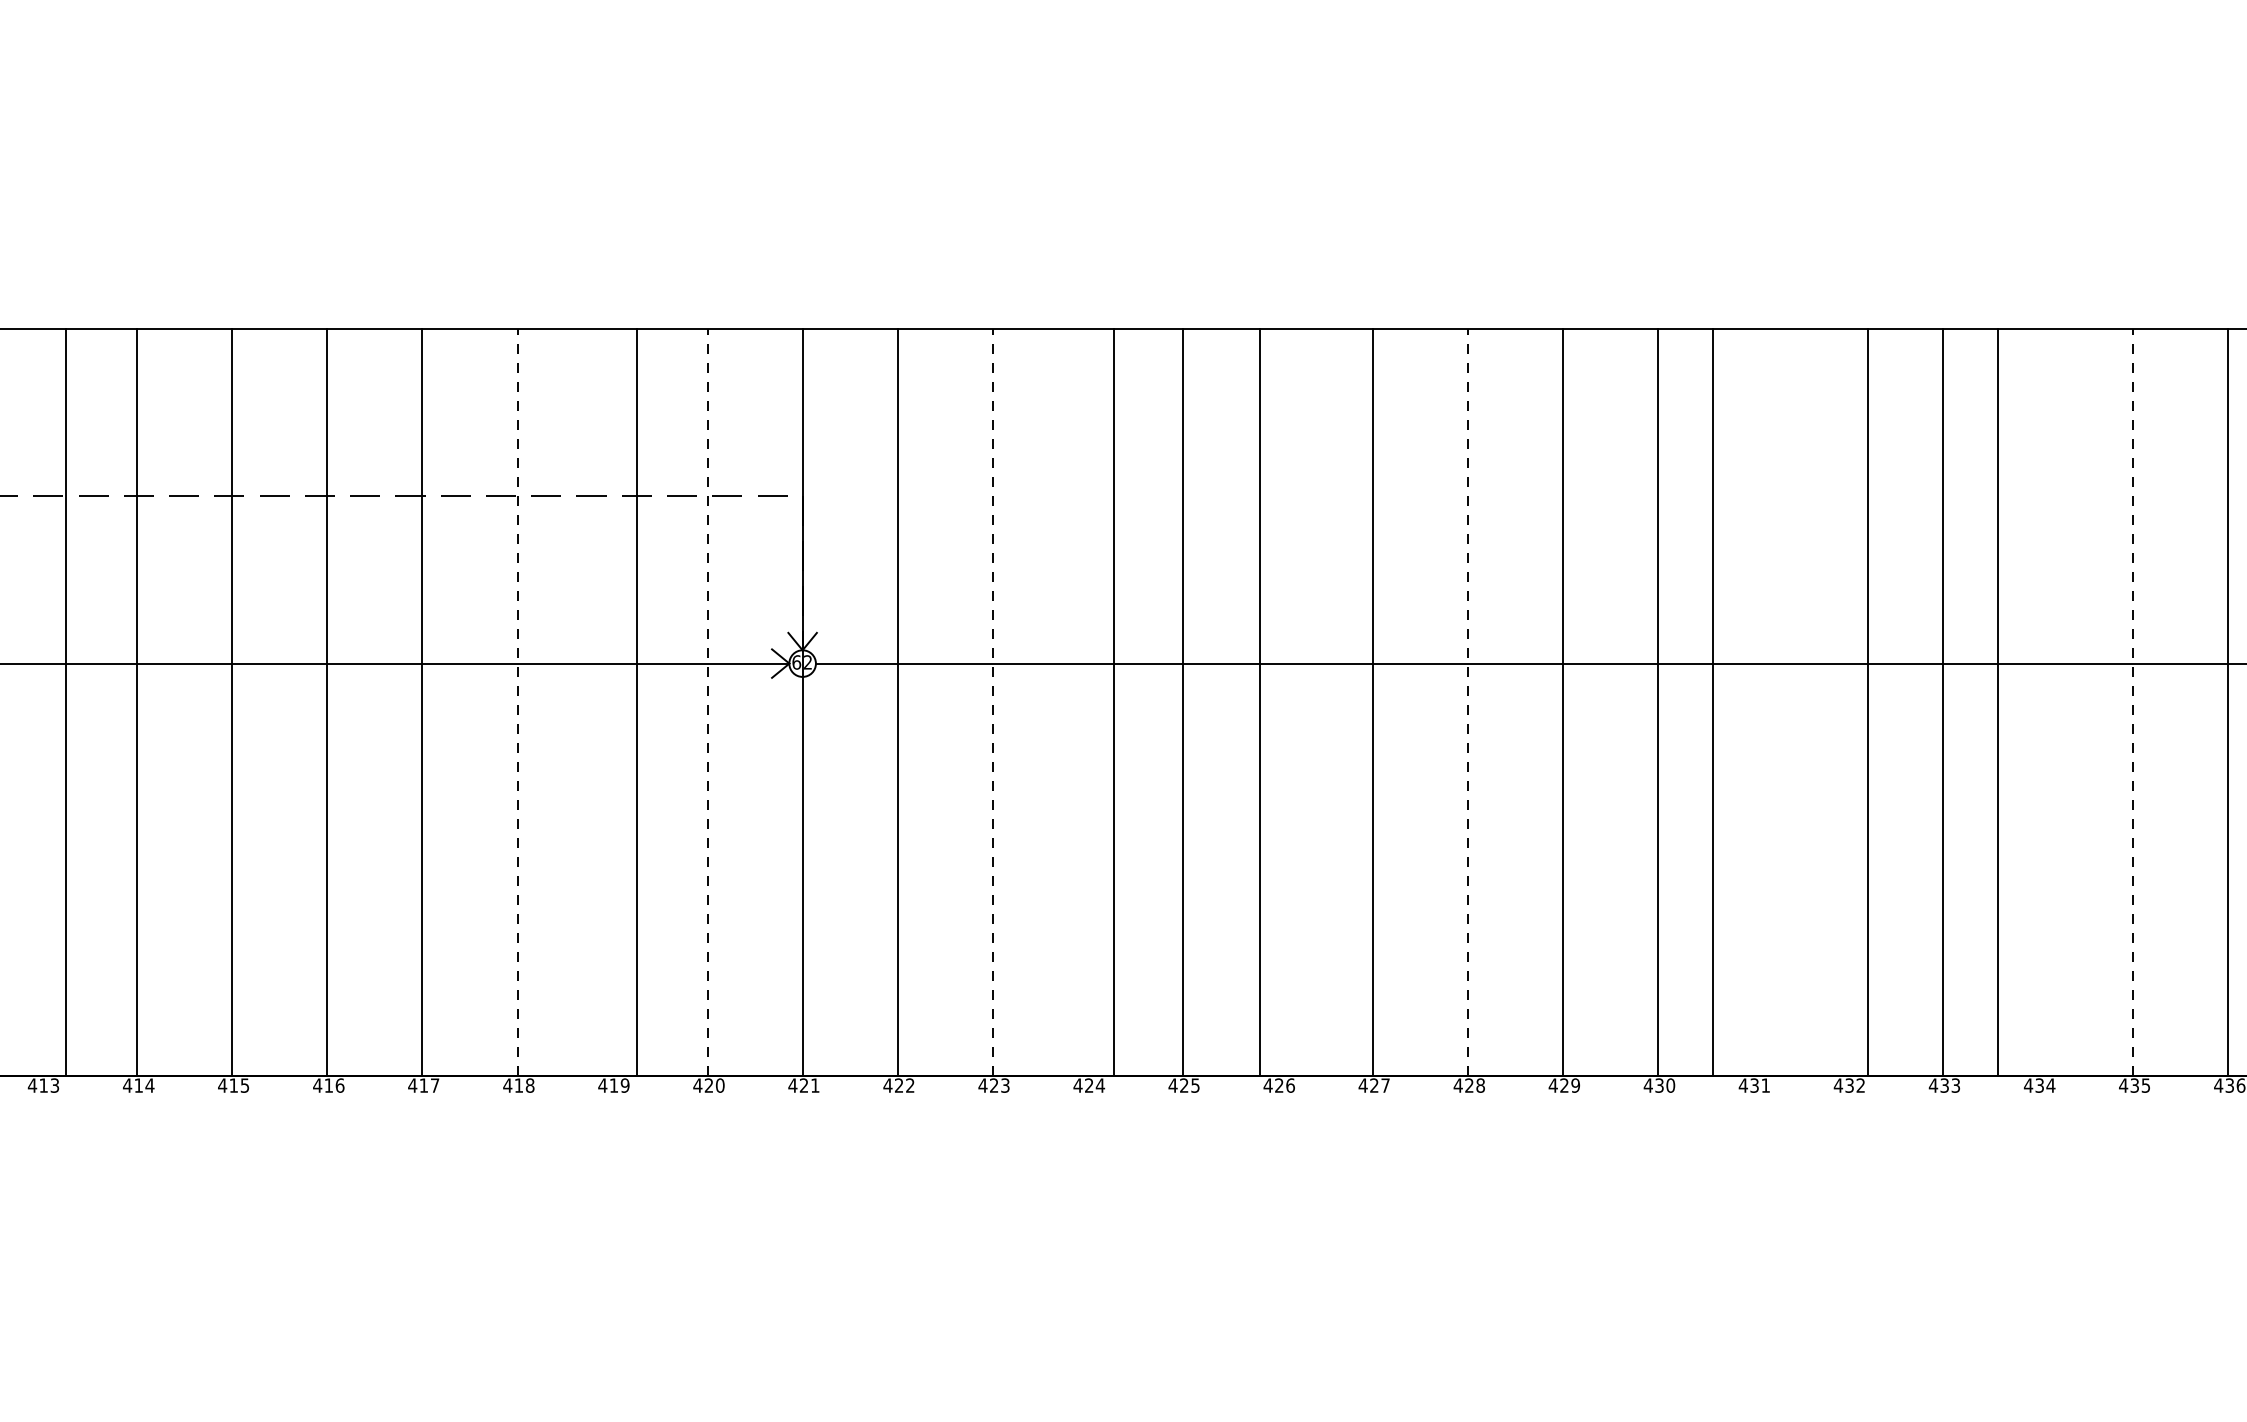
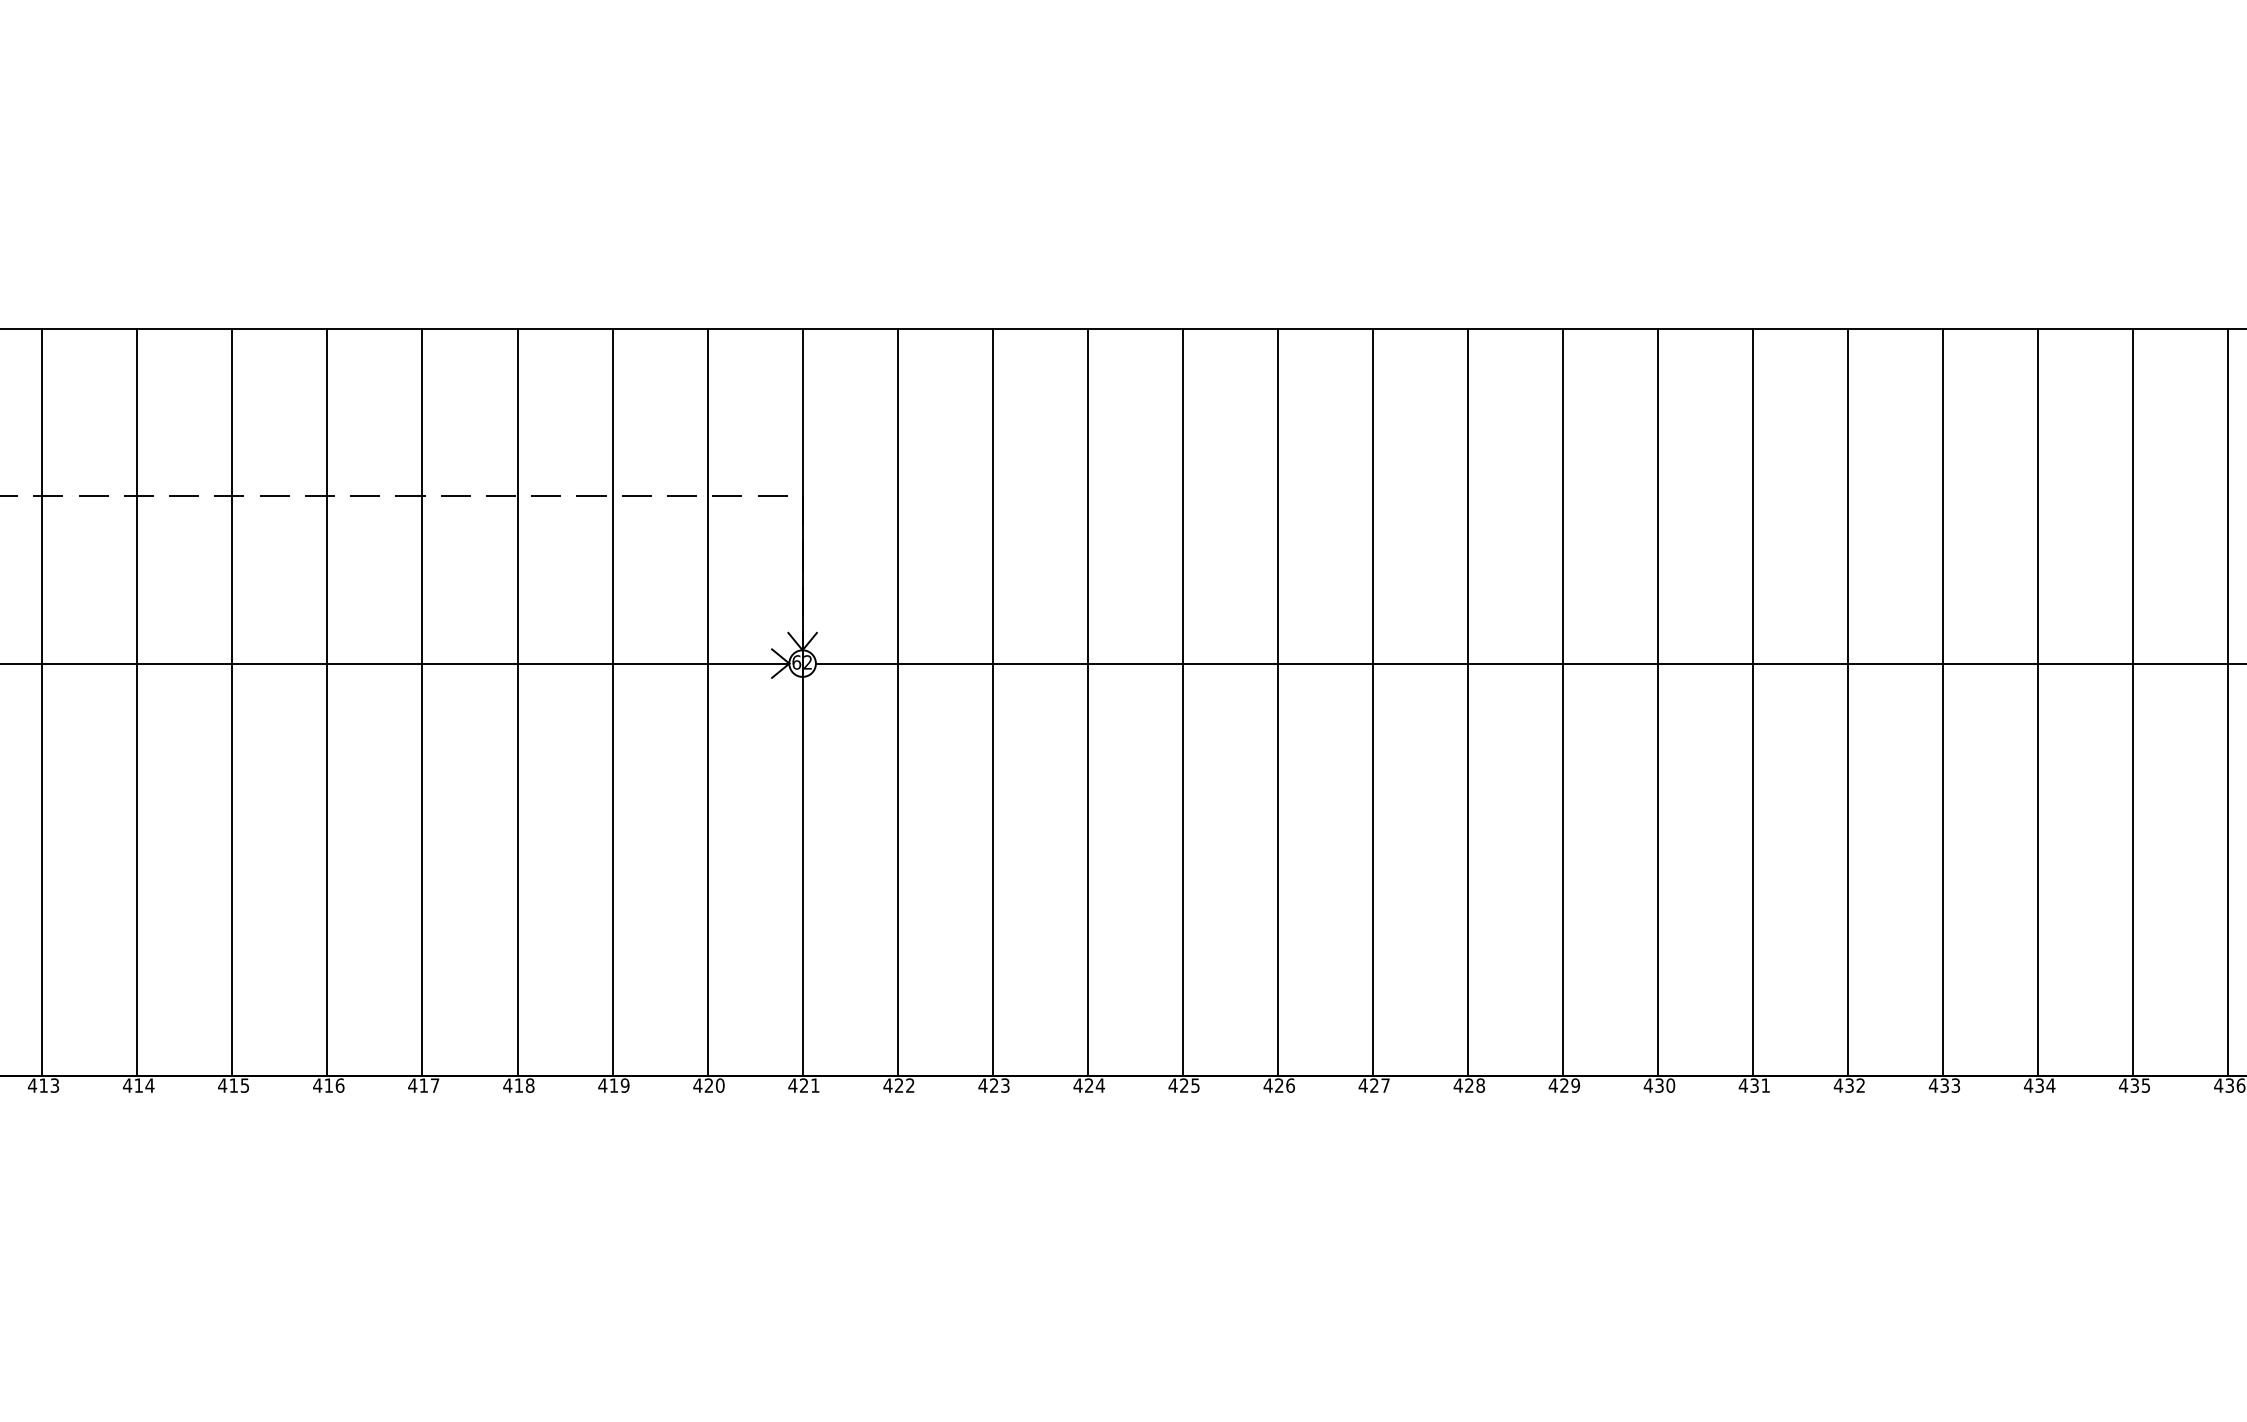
line at (66, 701) position: (66, 701) -> (42, 701)
line at (517, 701): dashed -> solid
line at (636, 701) position: (636, 701) -> (612, 701)
line at (707, 701): dashed -> solid
line at (992, 701): dashed -> solid
line at (1113, 701) position: (1113, 701) -> (1087, 701)
line at (1259, 701) position: (1259, 701) -> (1277, 701)
line at (1467, 701): dashed -> solid
line at (1713, 701) position: (1713, 701) -> (1753, 701)
line at (1868, 701) position: (1868, 701) -> (1848, 701)
line at (1998, 701) position: (1998, 701) -> (2038, 701)
line at (2133, 701): dashed -> solid
